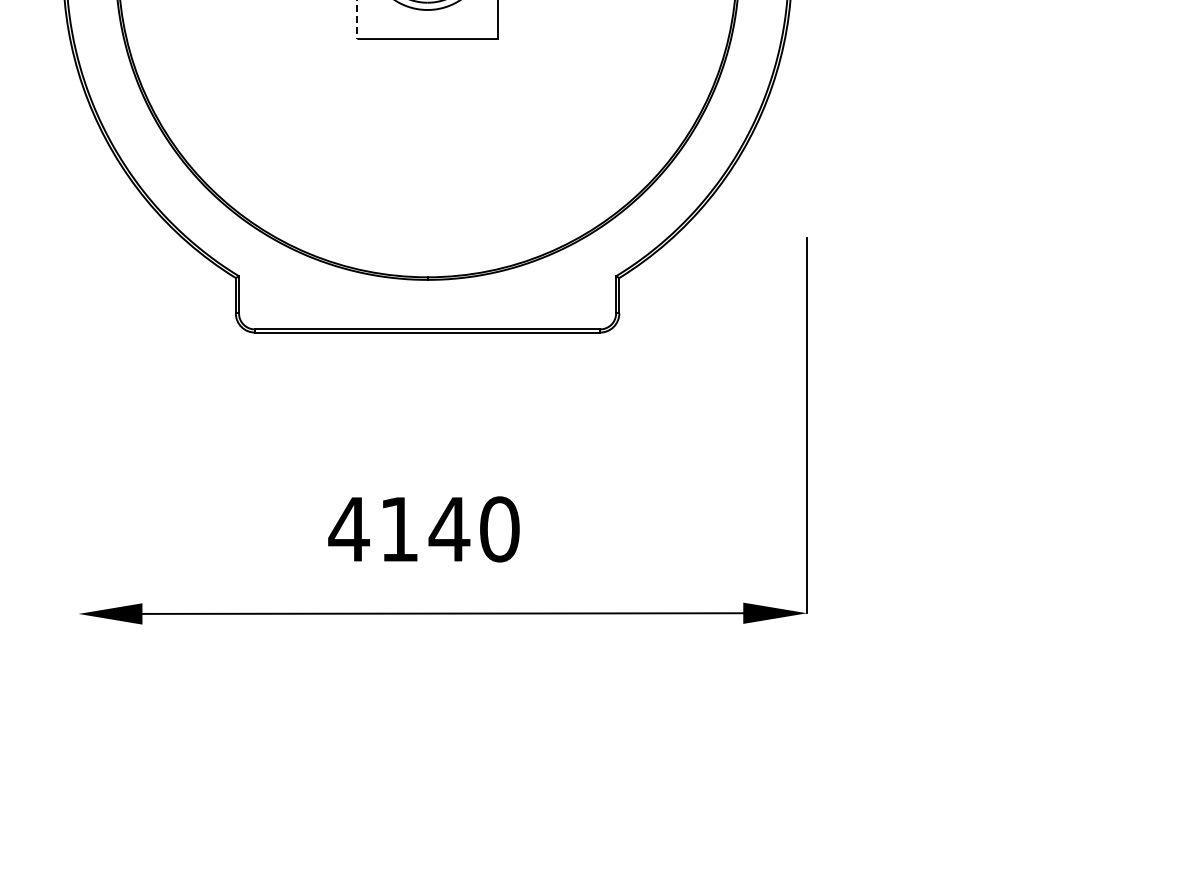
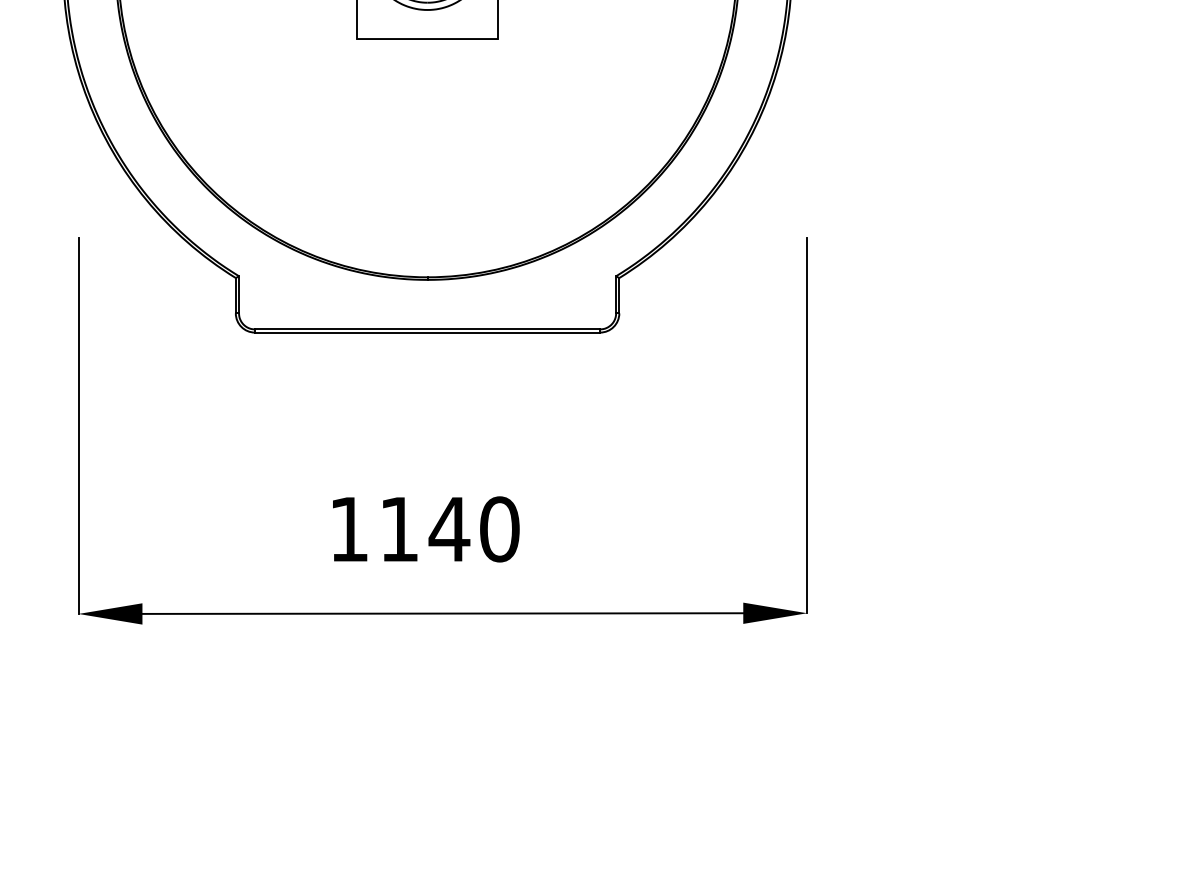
line at (357, 20): dashed -> solid
line at (78, 425): none -> present
text at (348, 529): 4140 -> 1140
